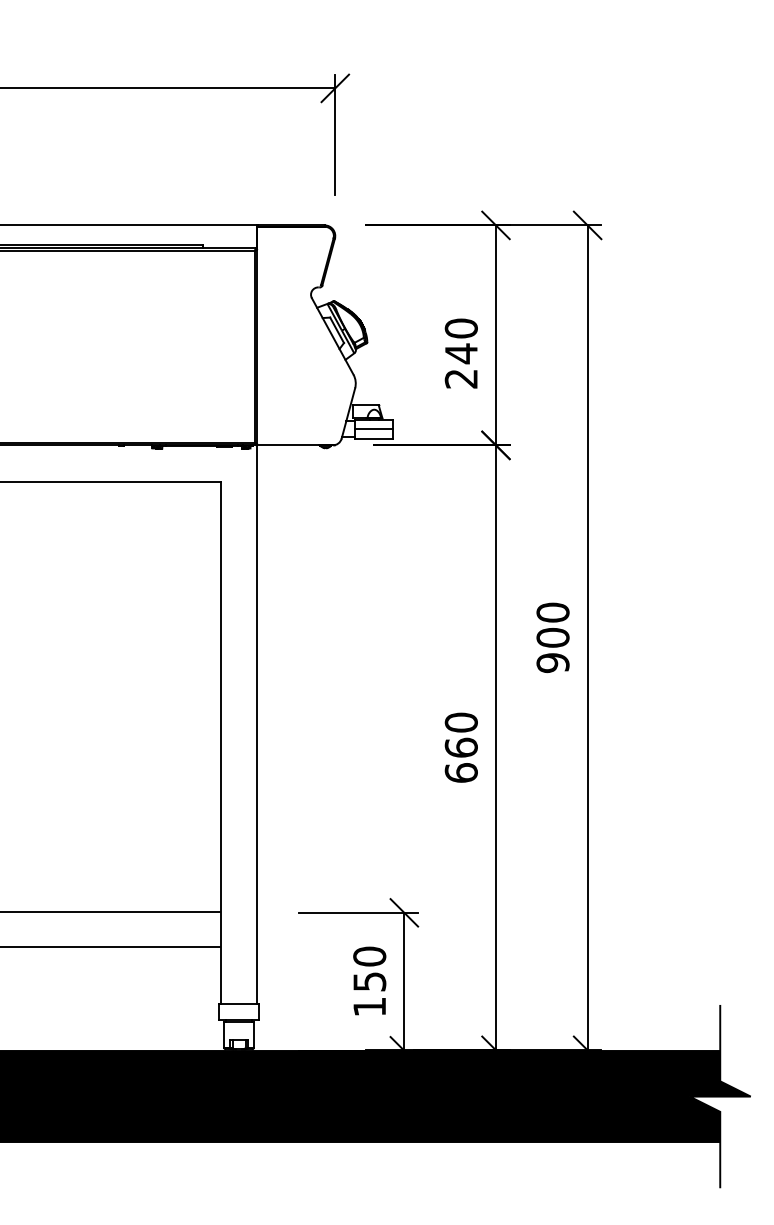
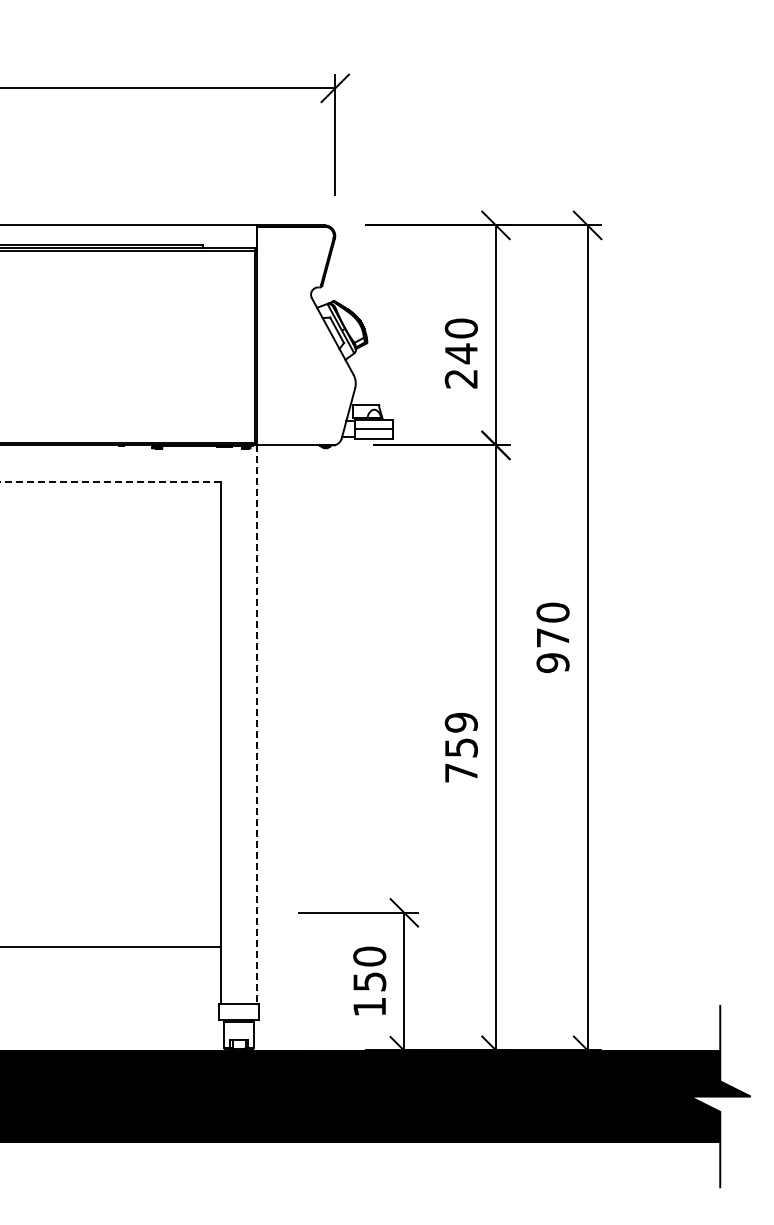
line at (110, 482): solid -> dashed
text at (552, 637): 900 -> 970
line at (257, 725): solid -> dashed
text at (460, 747): 660 -> 759
line at (111, 911): present -> none
